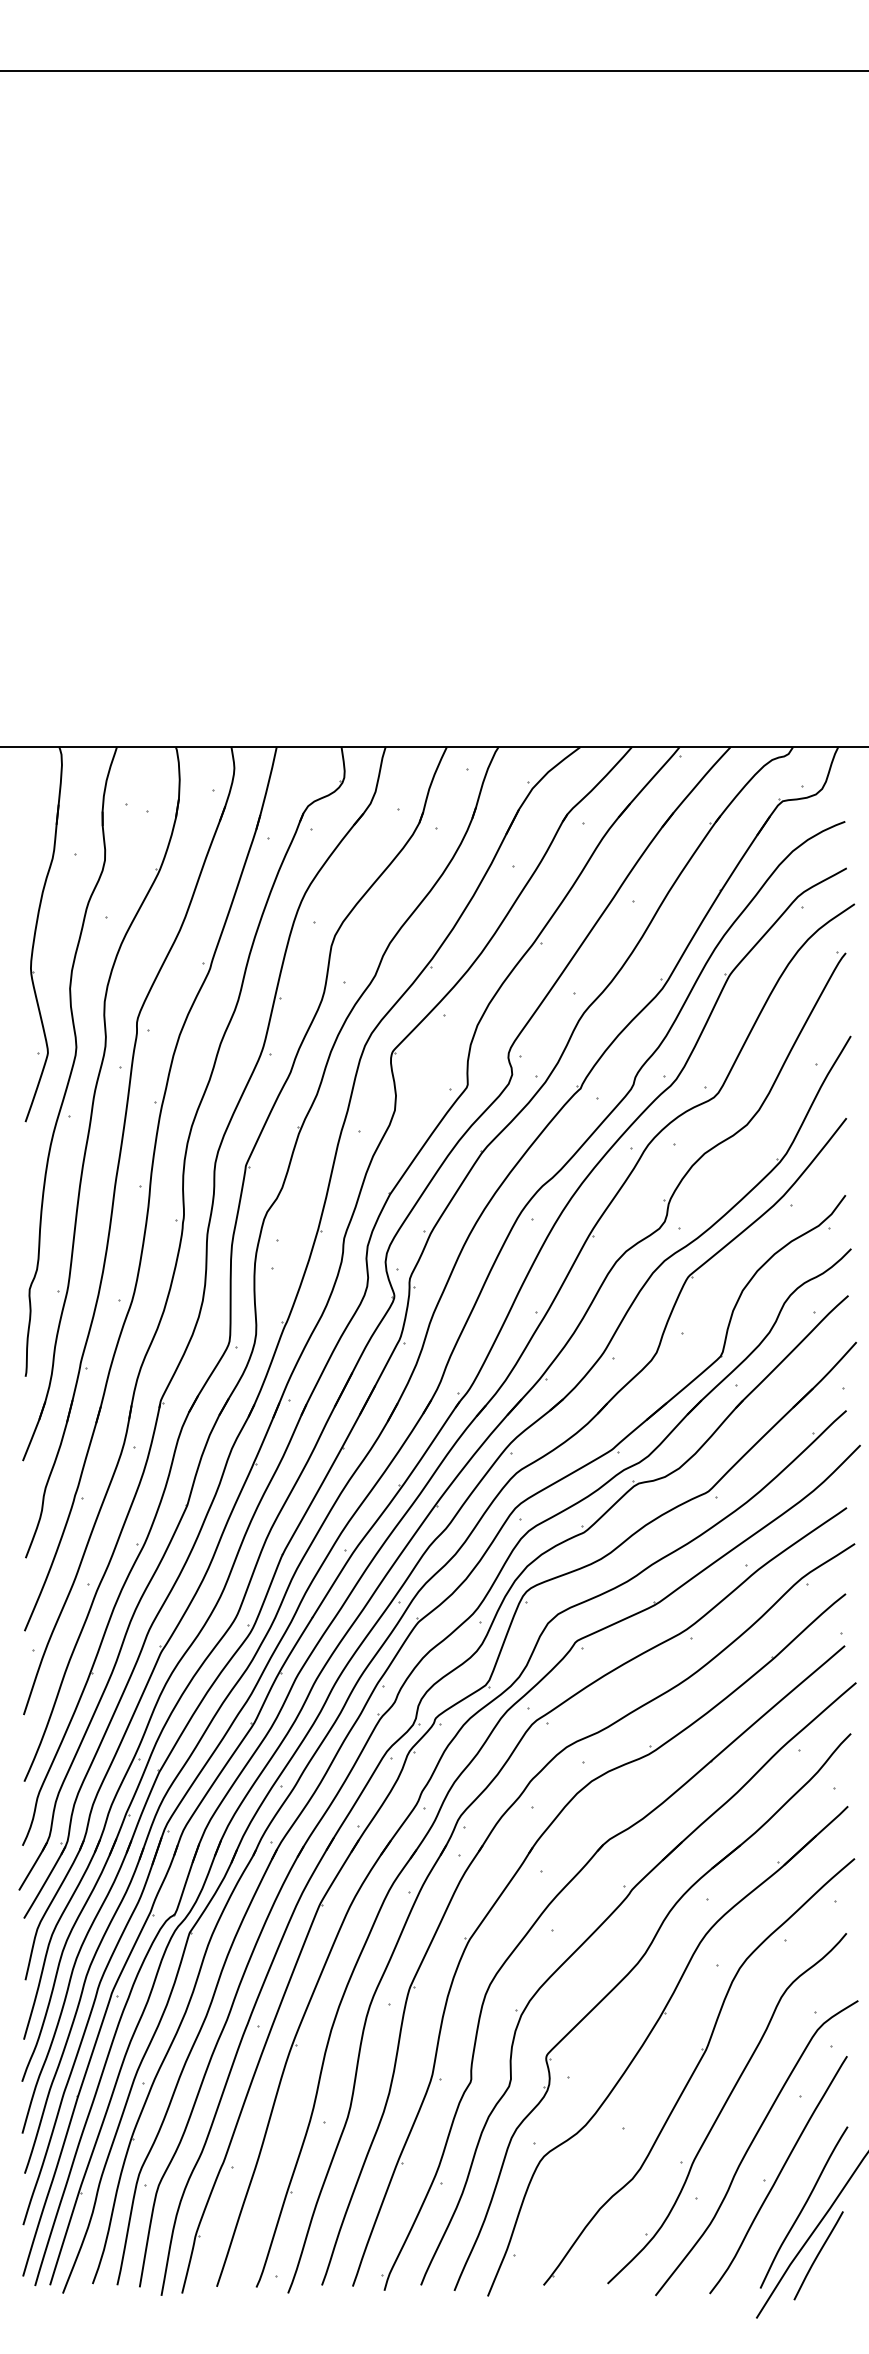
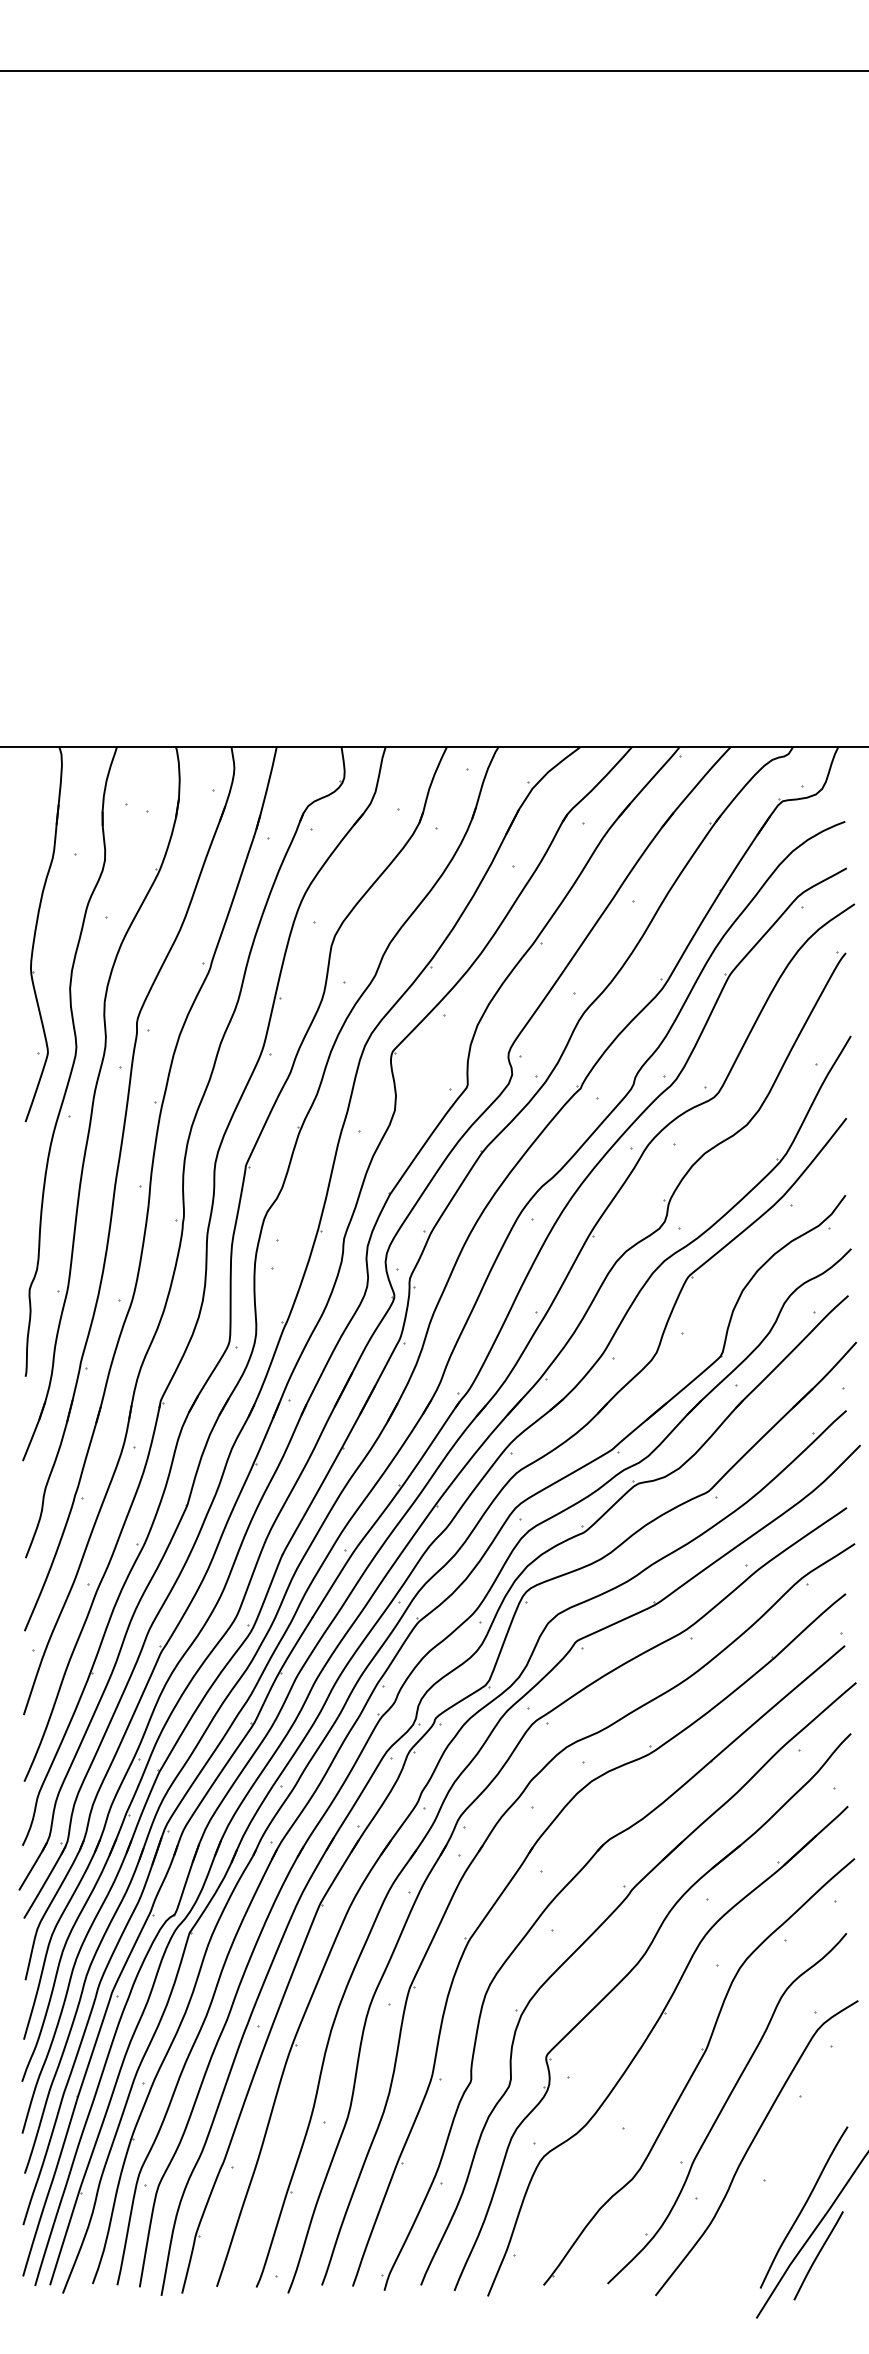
curve at (778, 2175): present -> none
